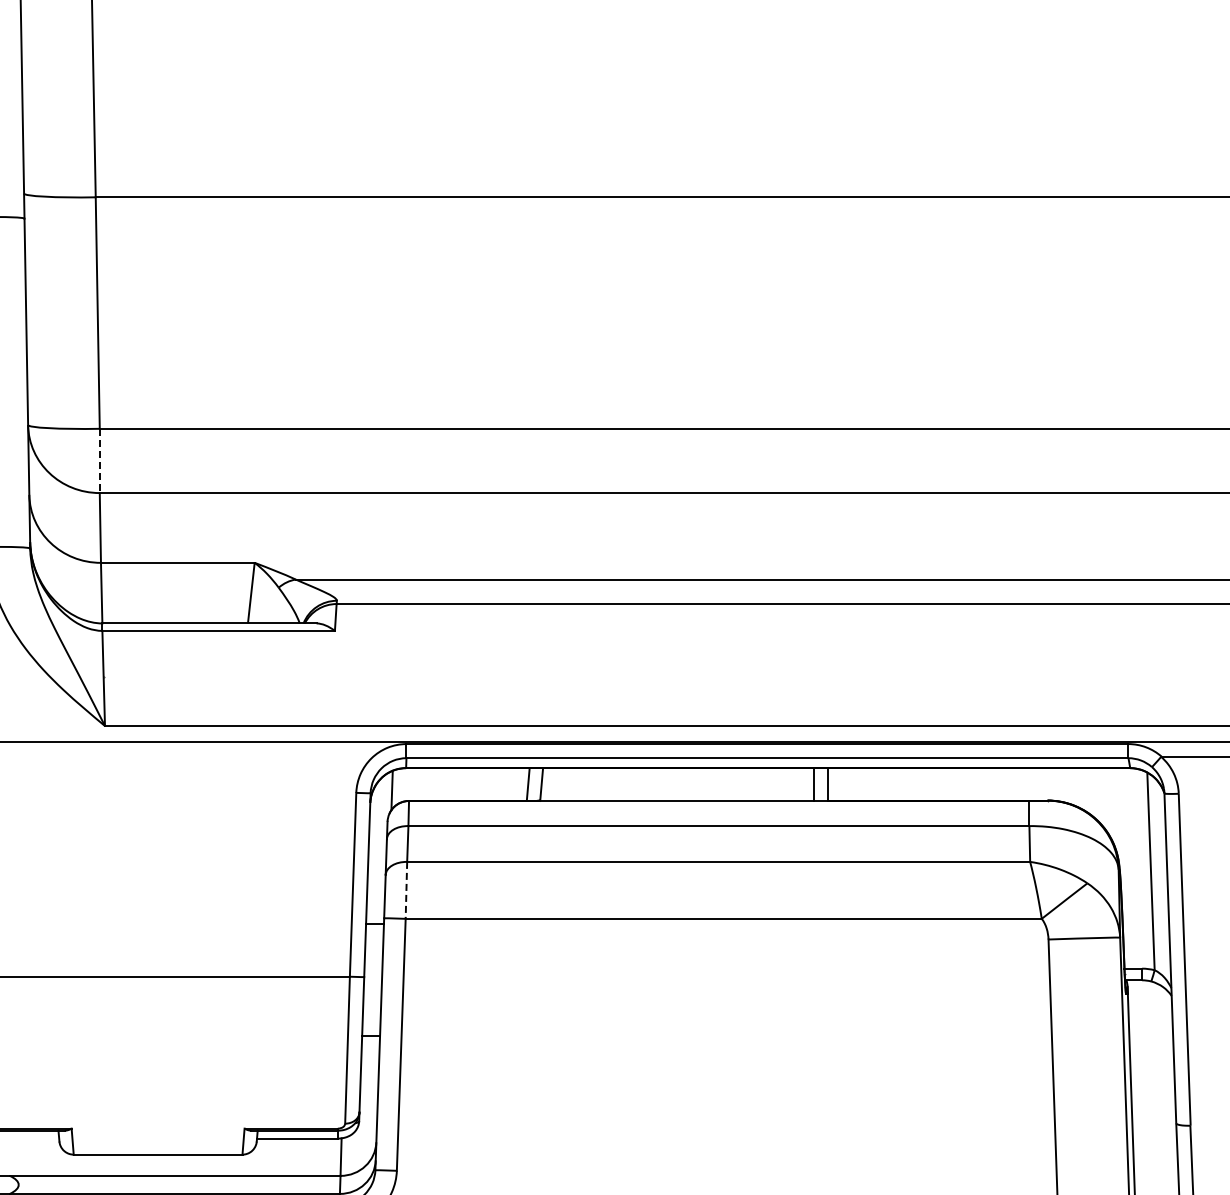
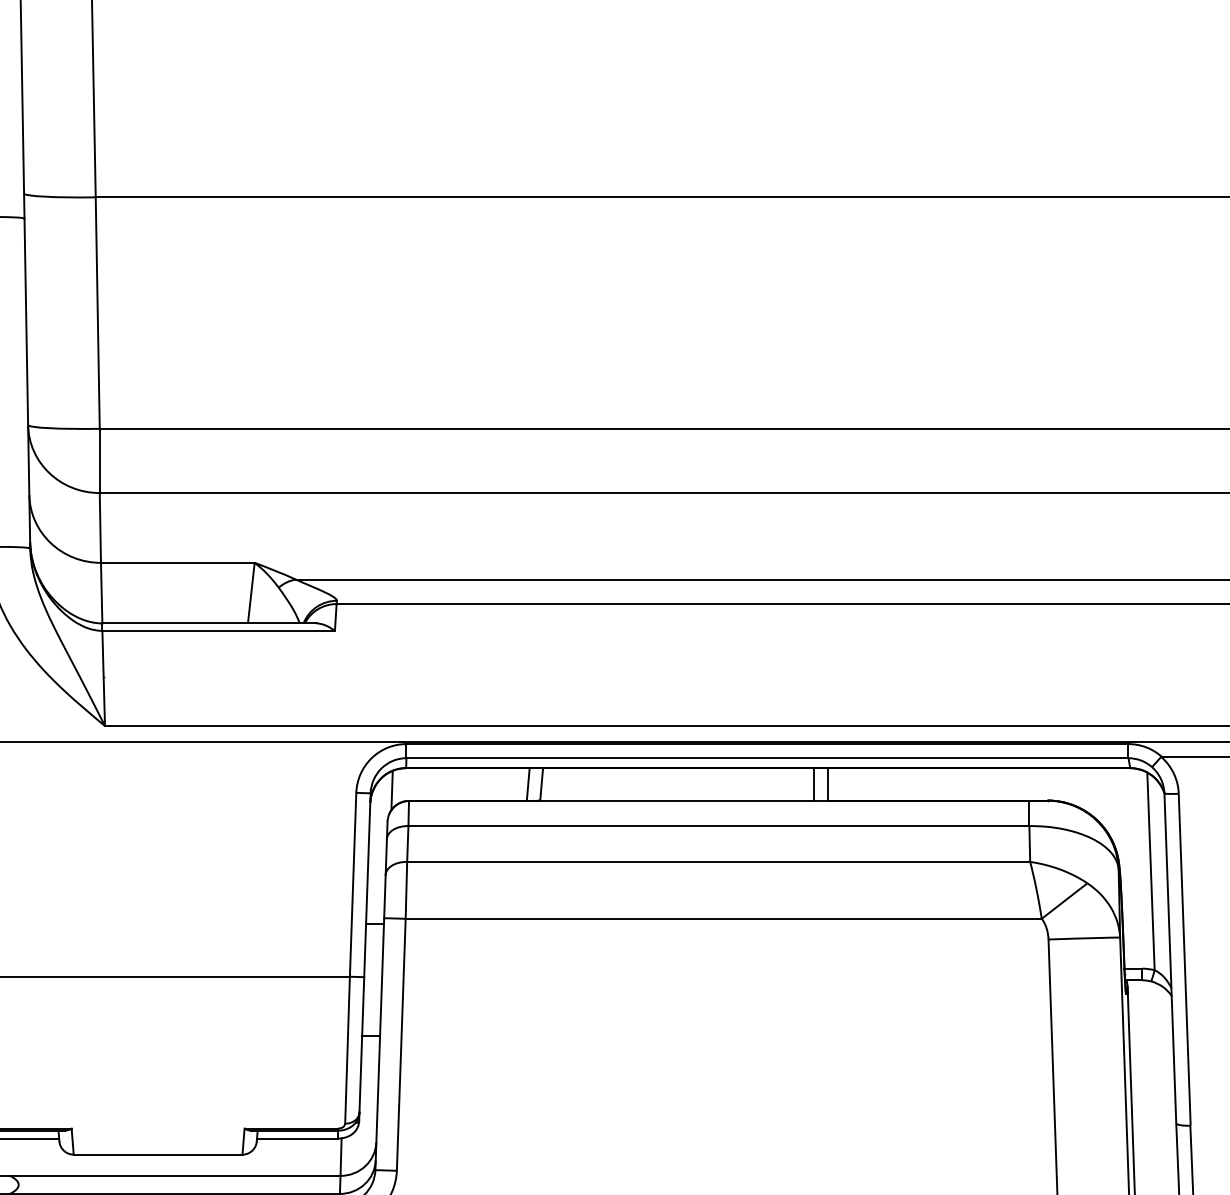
line at (99, 461): dashed -> solid
line at (406, 890): dashed -> solid
line at (30, 1138): none -> present
